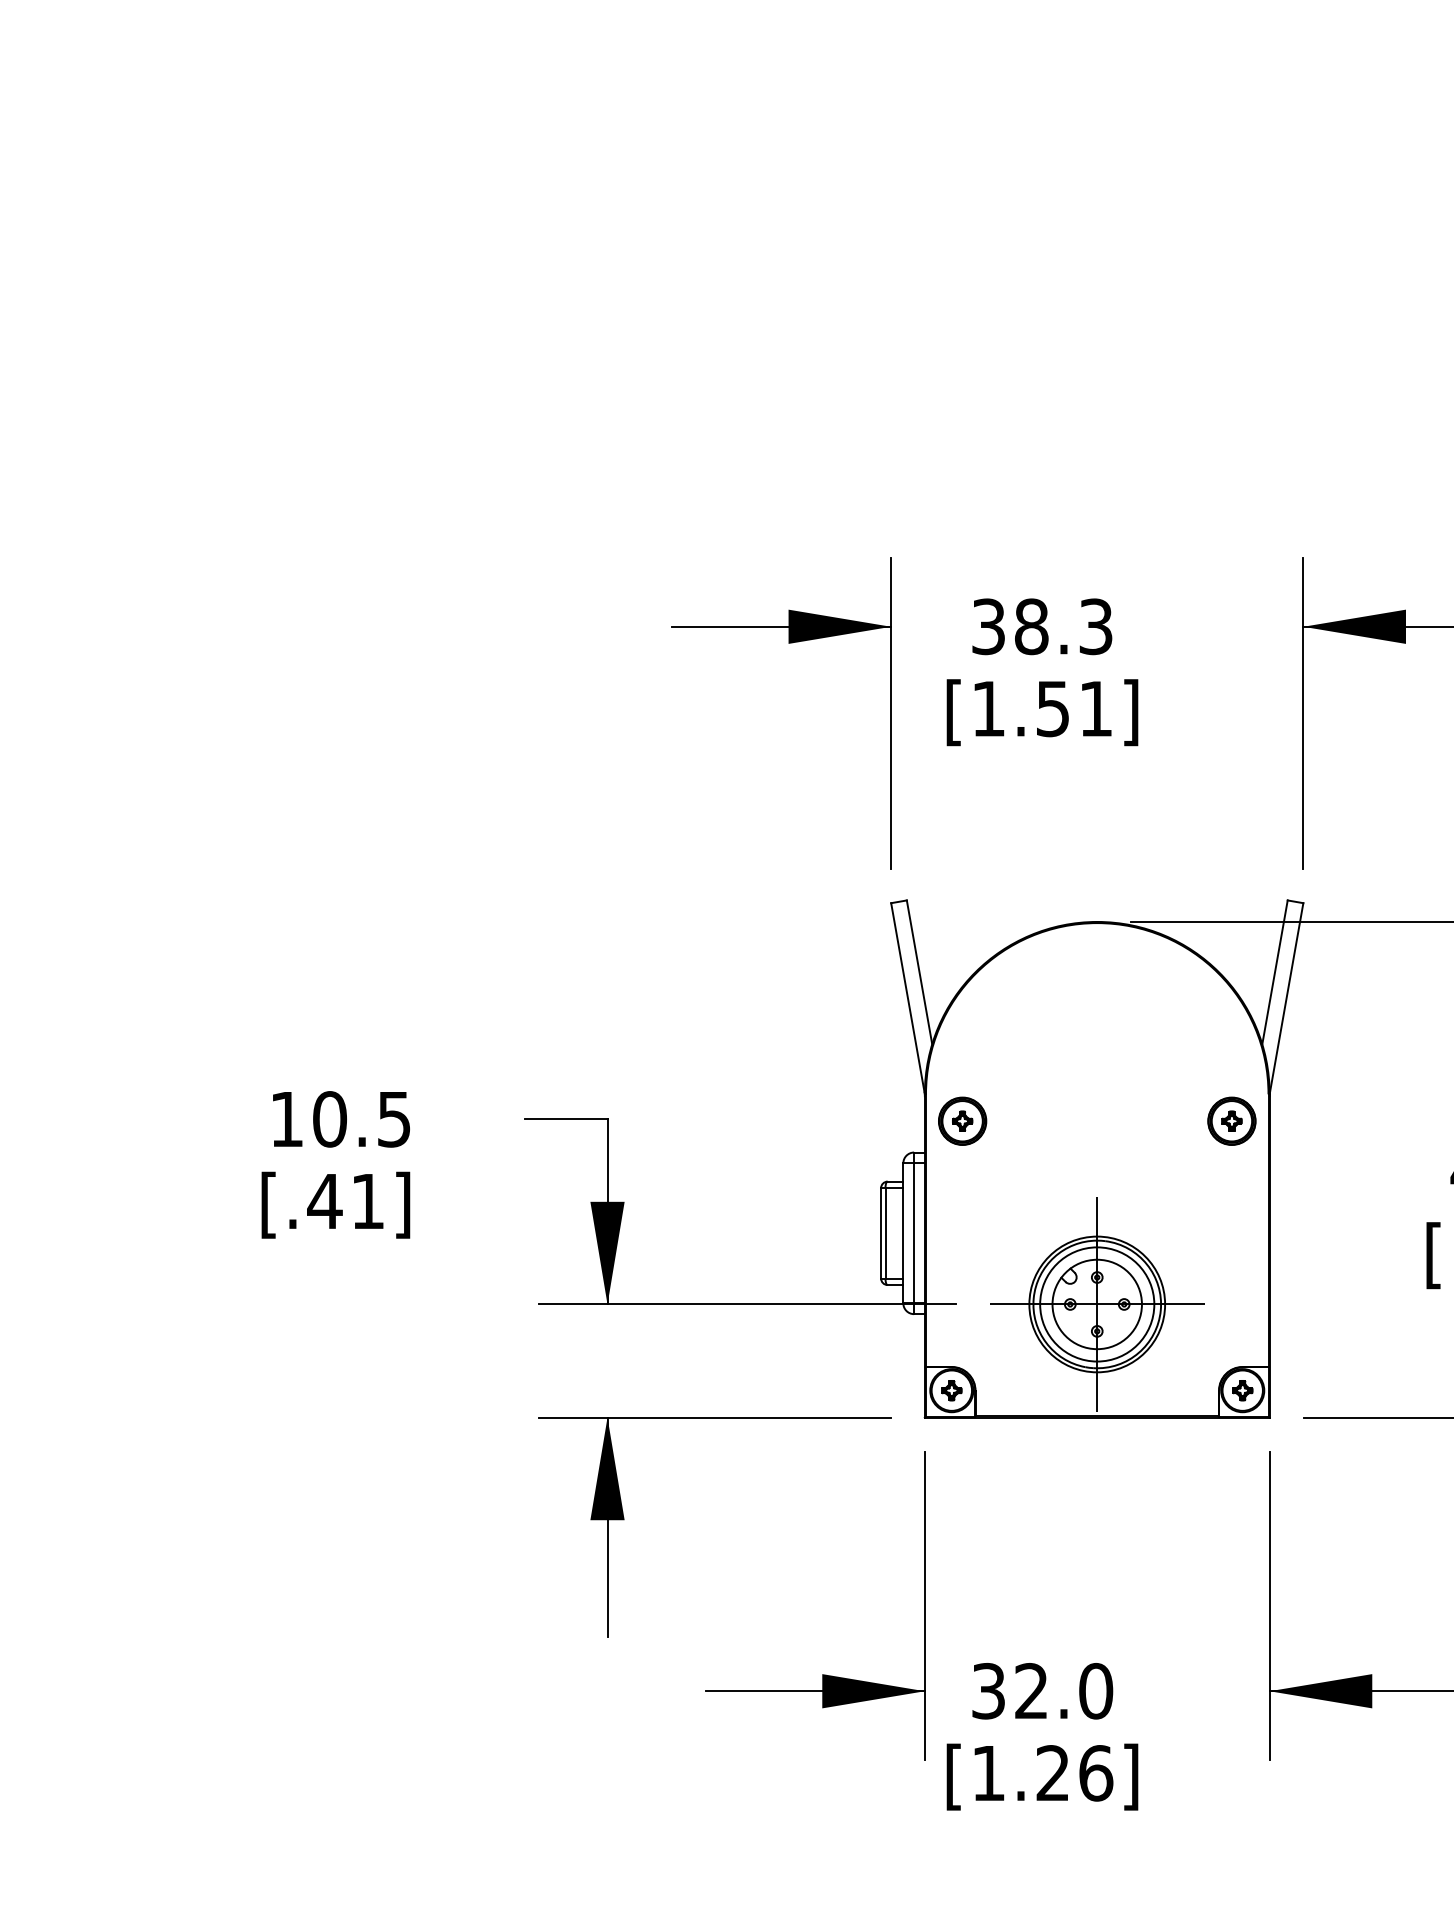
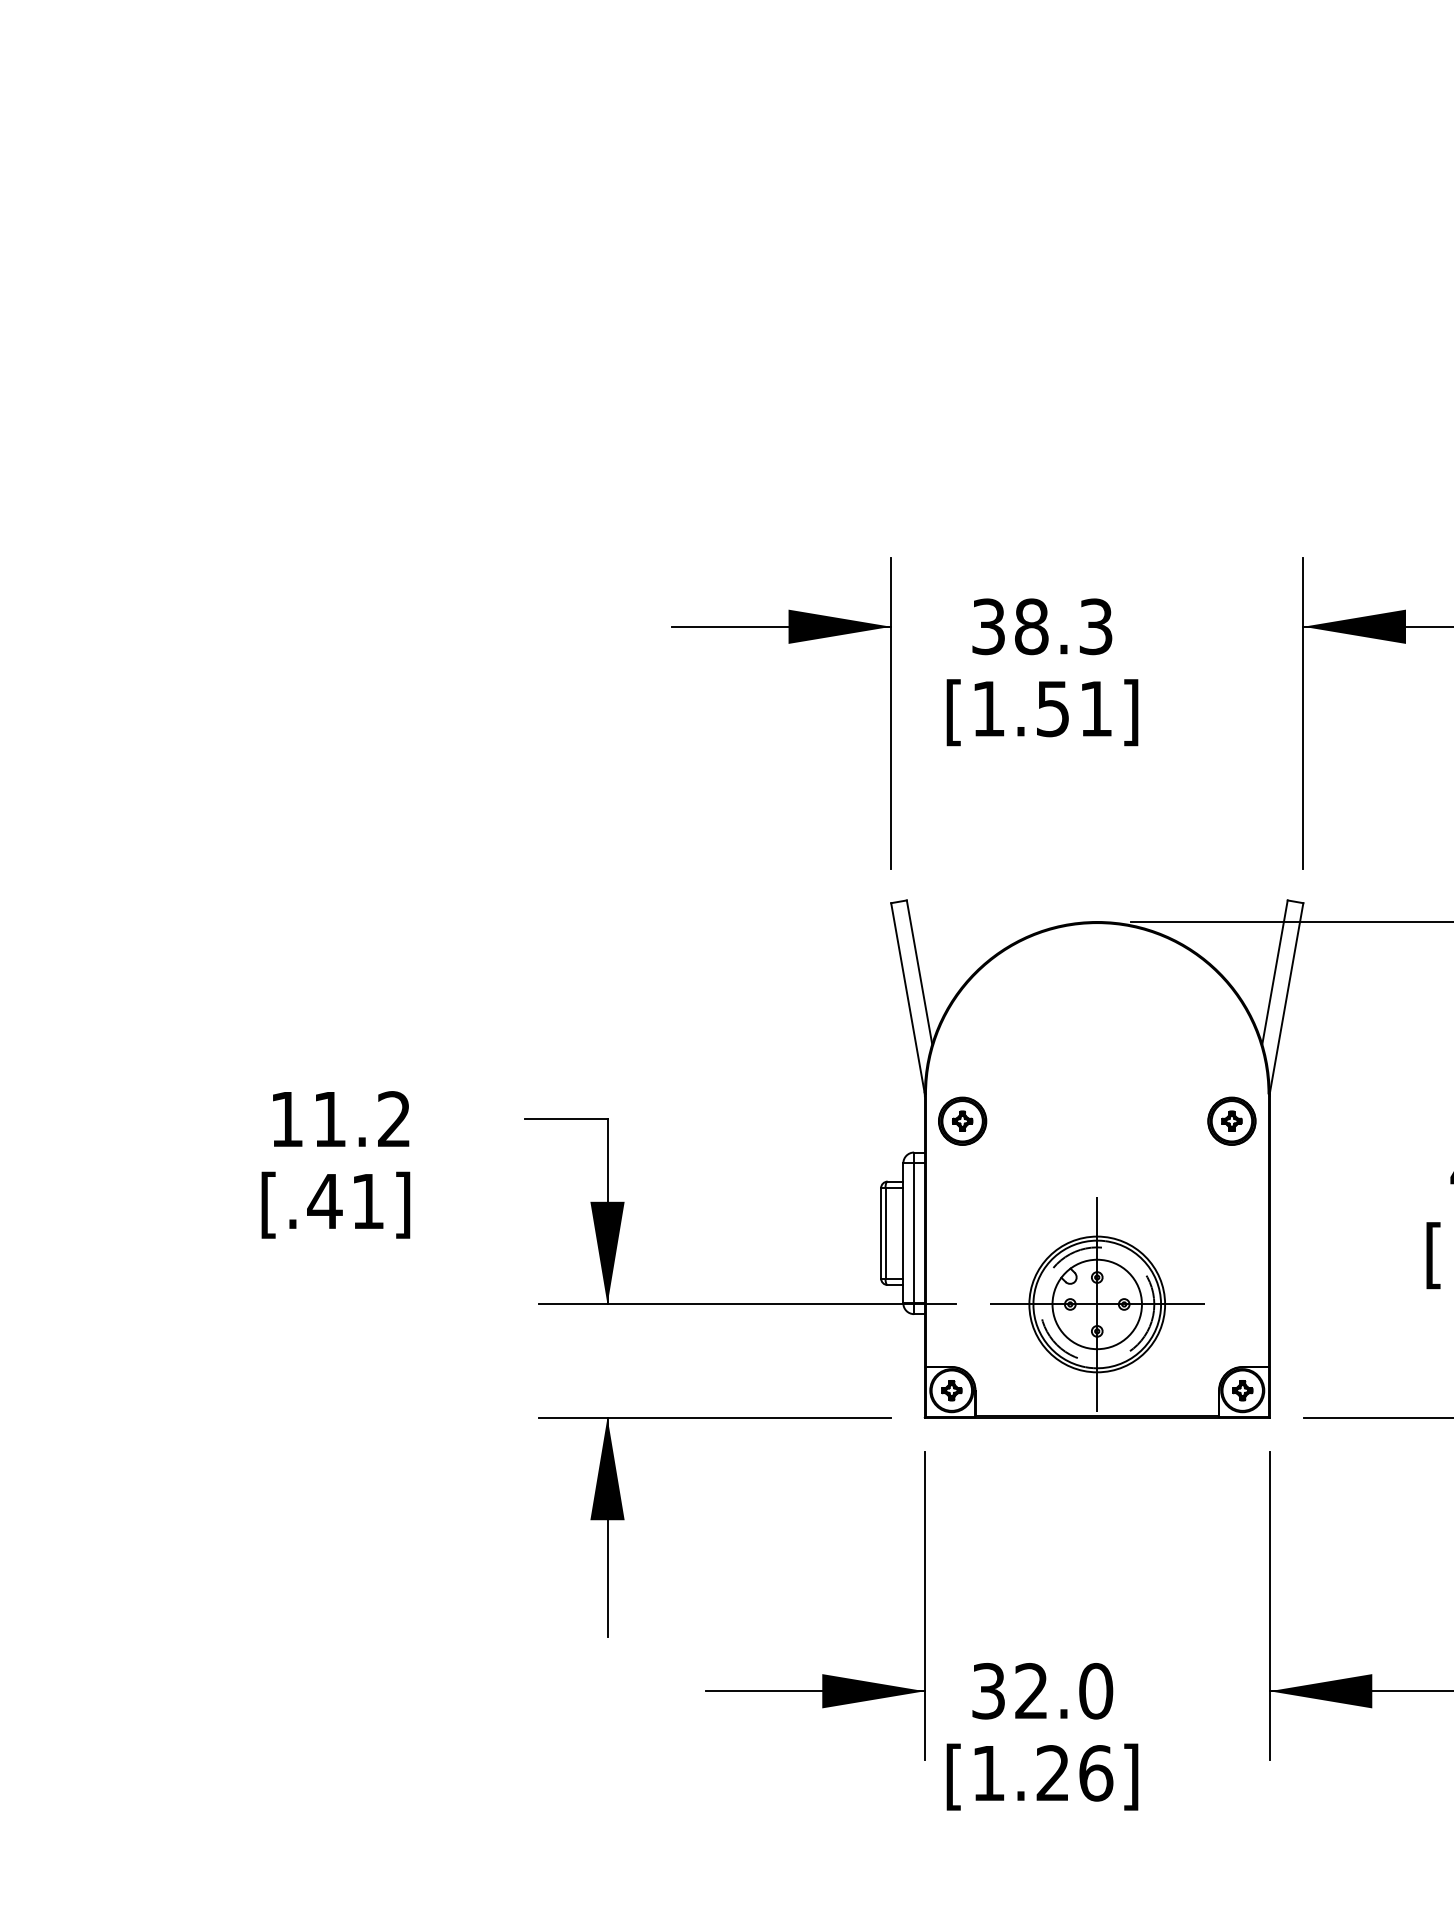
text at (361, 1119): 10.5 -> 11.2
circle at (1097, 1304): solid -> dashed
